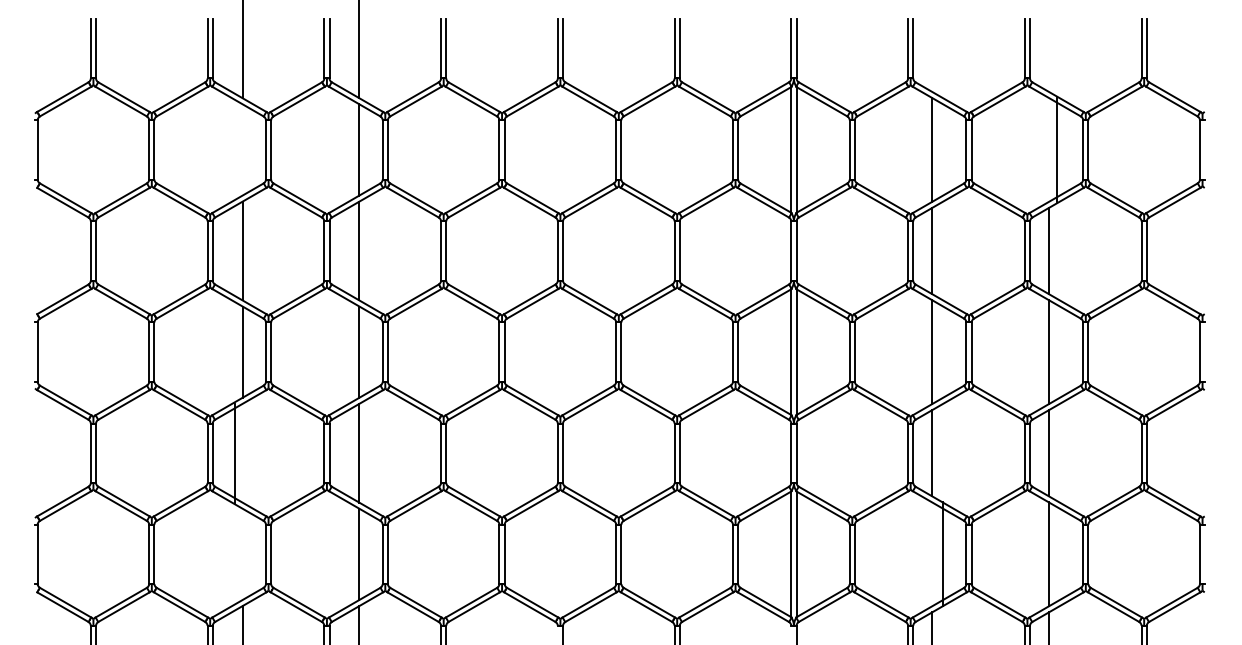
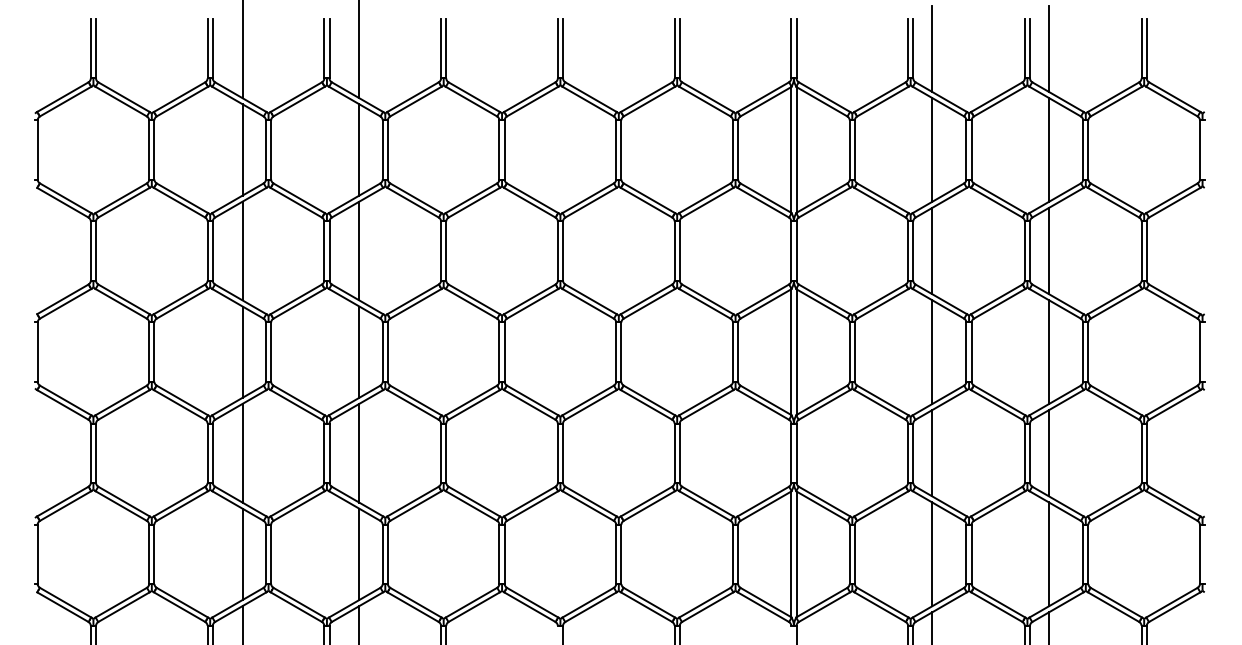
line at (932, 48): none -> present
line at (1048, 48): none -> present
line at (242, 149): none -> present
line at (1056, 149) position: (1056, 149) -> (1048, 149)
line at (234, 452) position: (234, 452) -> (242, 452)
line at (242, 553): none -> present
line at (943, 554) position: (943, 554) -> (932, 554)
